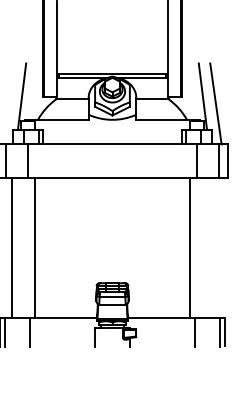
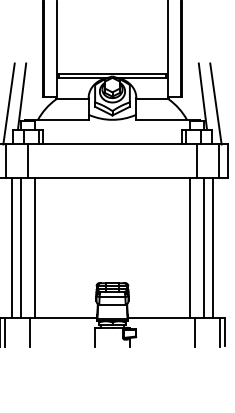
line at (8, 103): none -> present
line at (20, 247): none -> present
line at (204, 247): none -> present
line at (213, 247): none -> present
